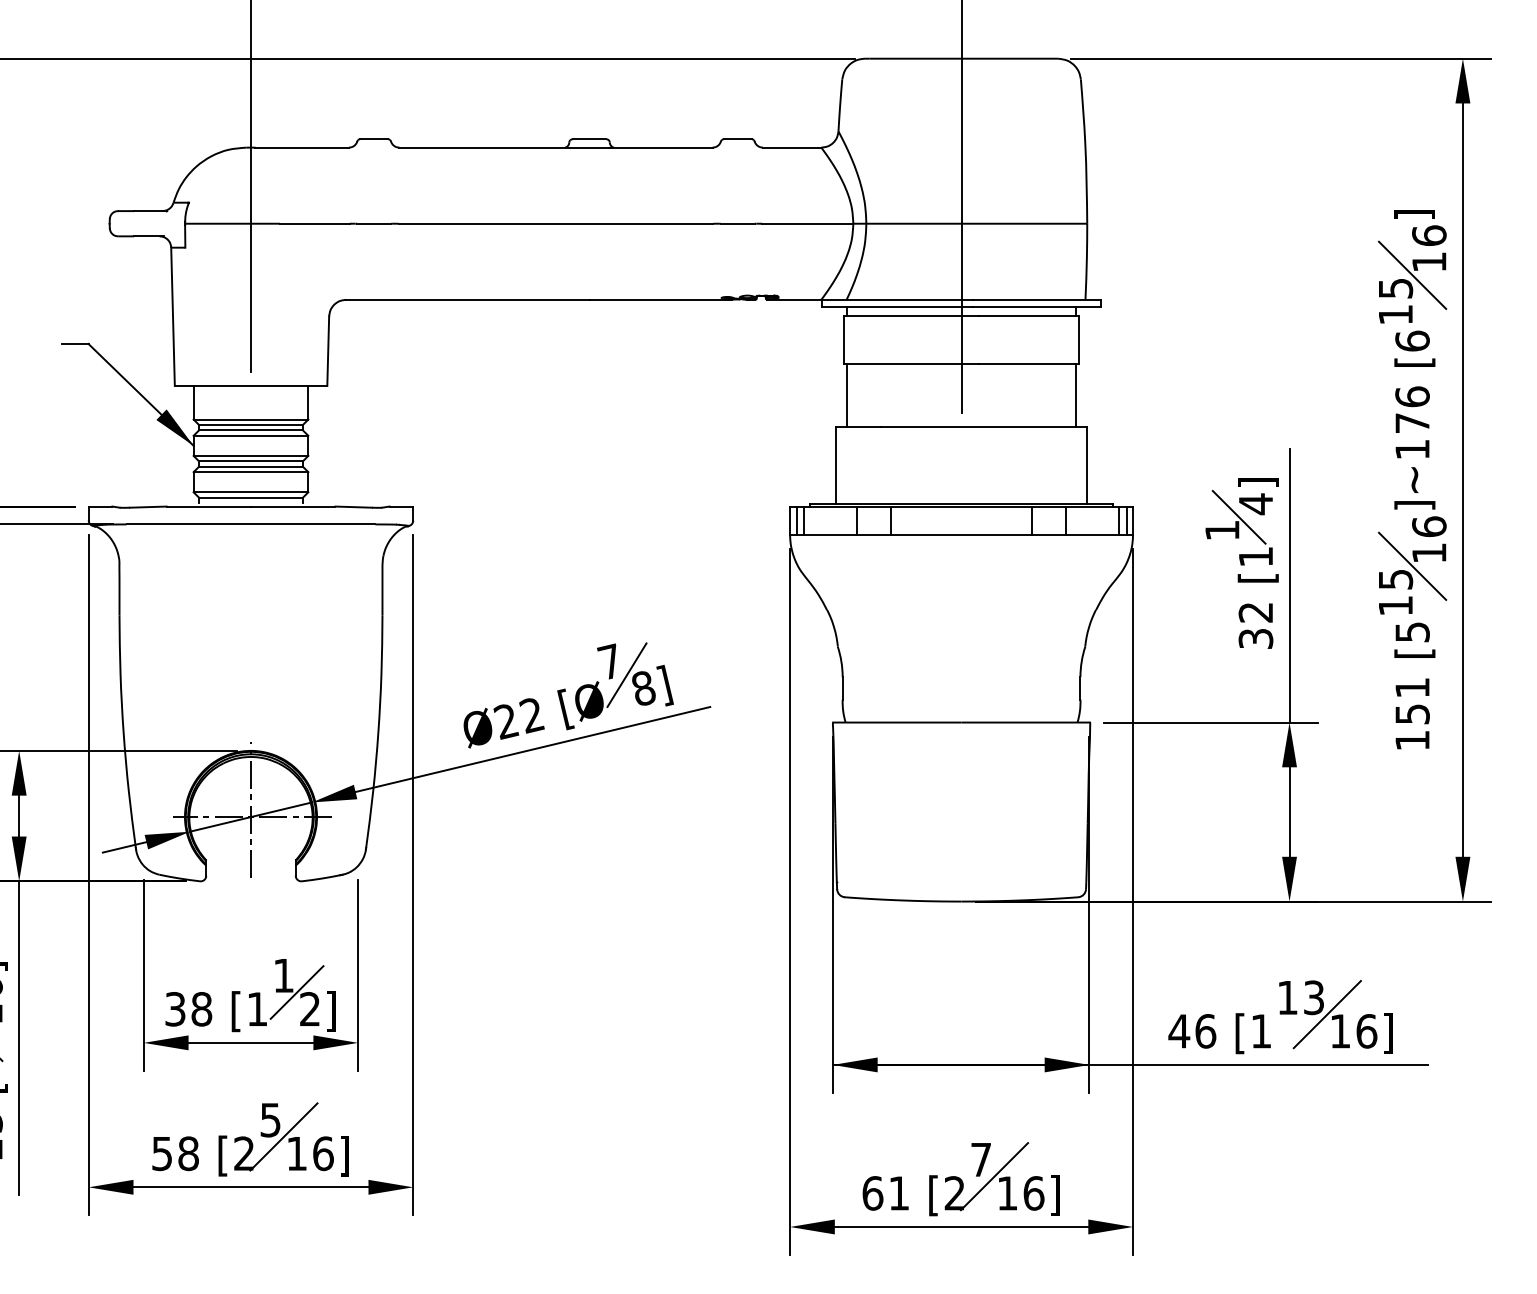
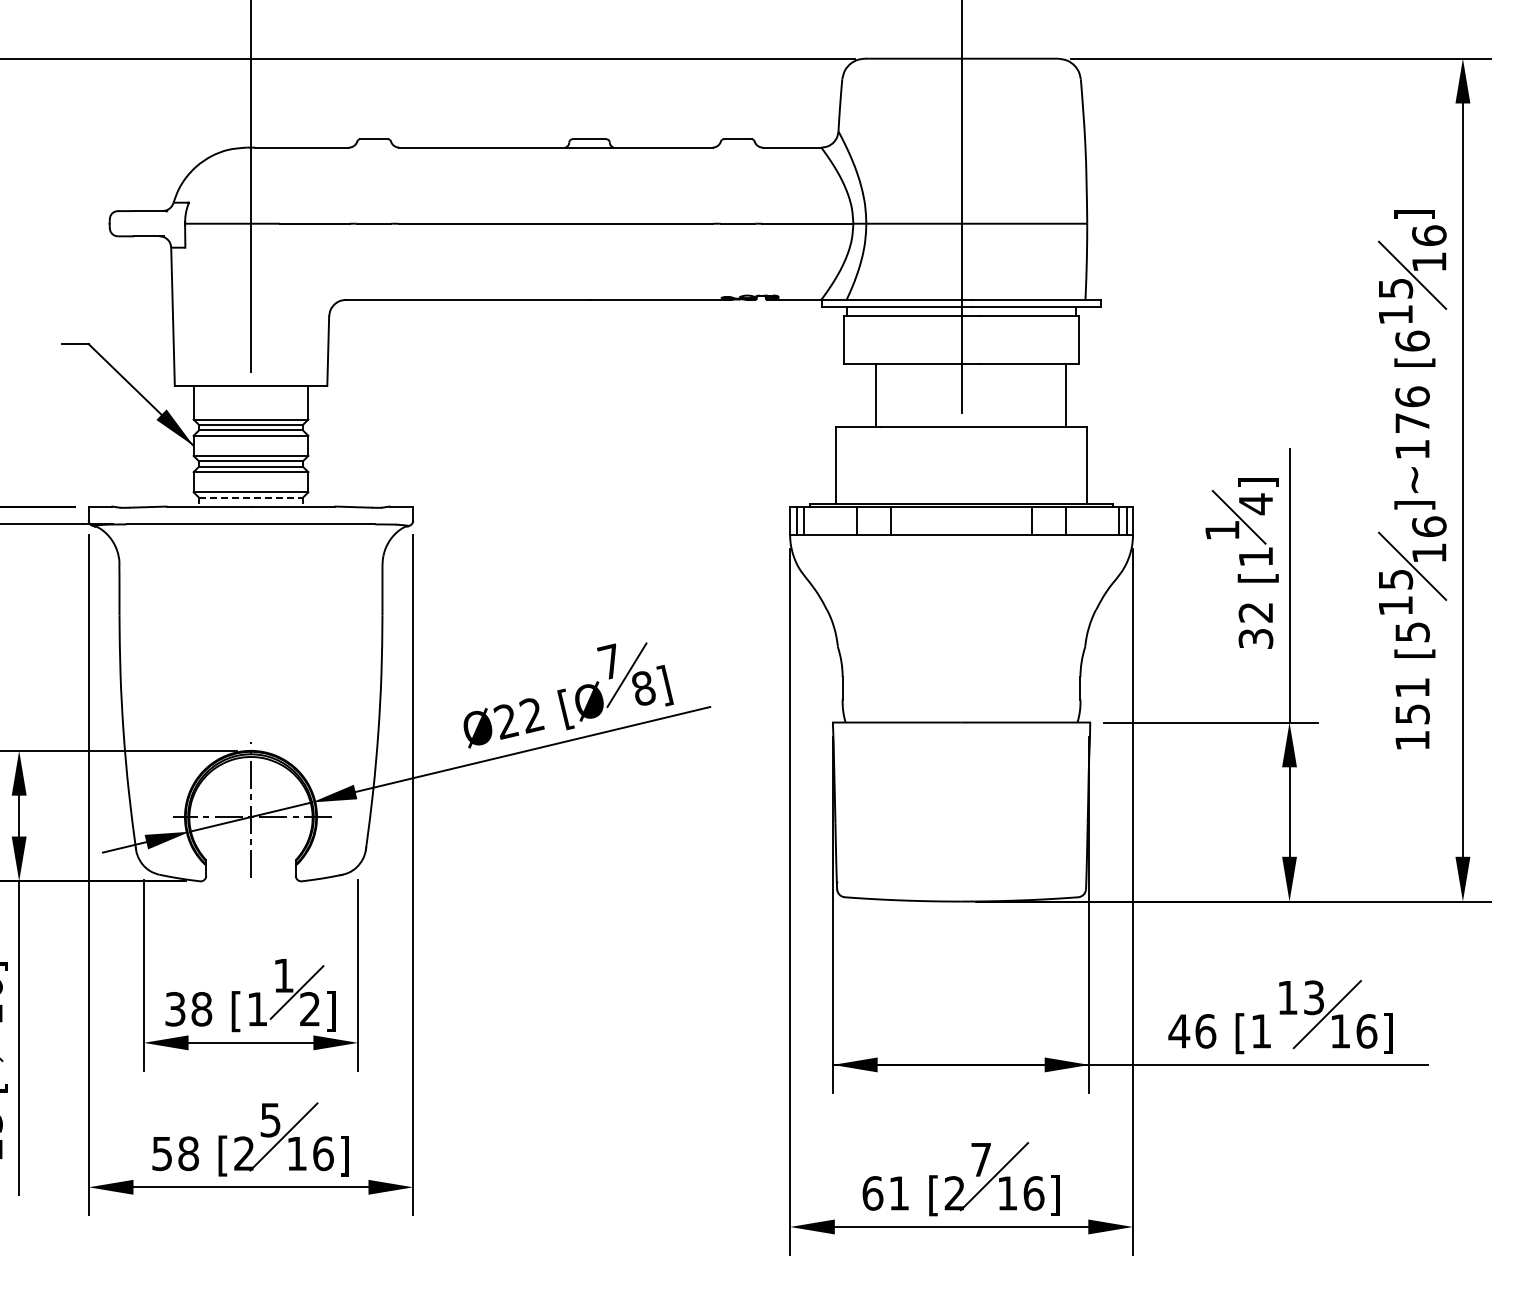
line at (846, 394) position: (846, 394) -> (875, 394)
line at (1076, 394) position: (1076, 394) -> (1066, 394)
line at (251, 497): solid -> dashed
